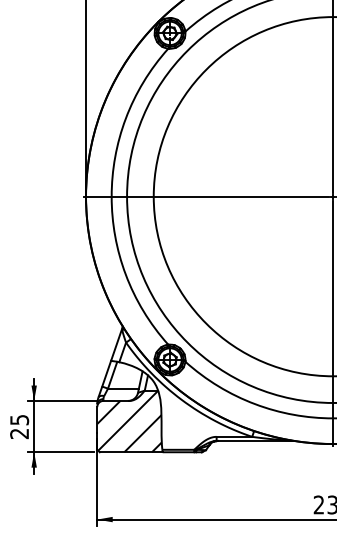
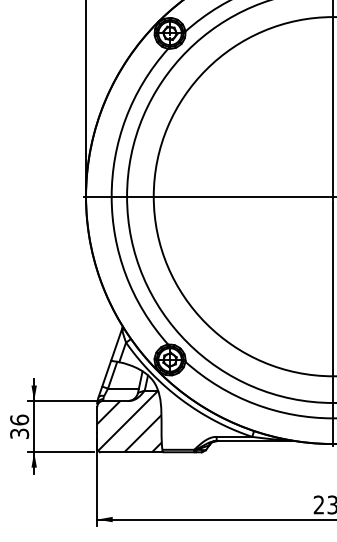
text at (19, 426): 25 -> 36
